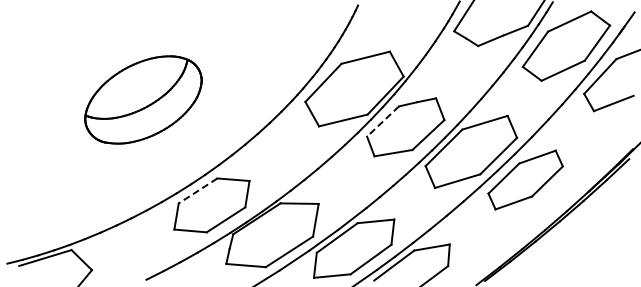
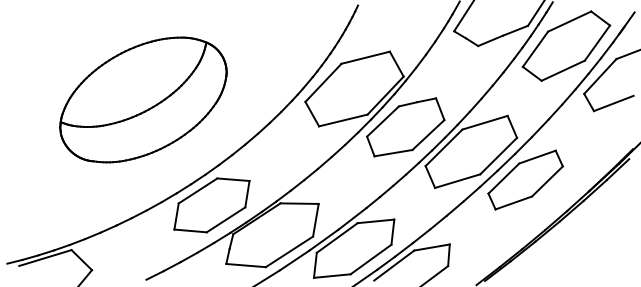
part at (143, 99) size: 119x90 px -> 169x128 px
line at (383, 121): dashed -> solid
line at (197, 191): dashed -> solid
